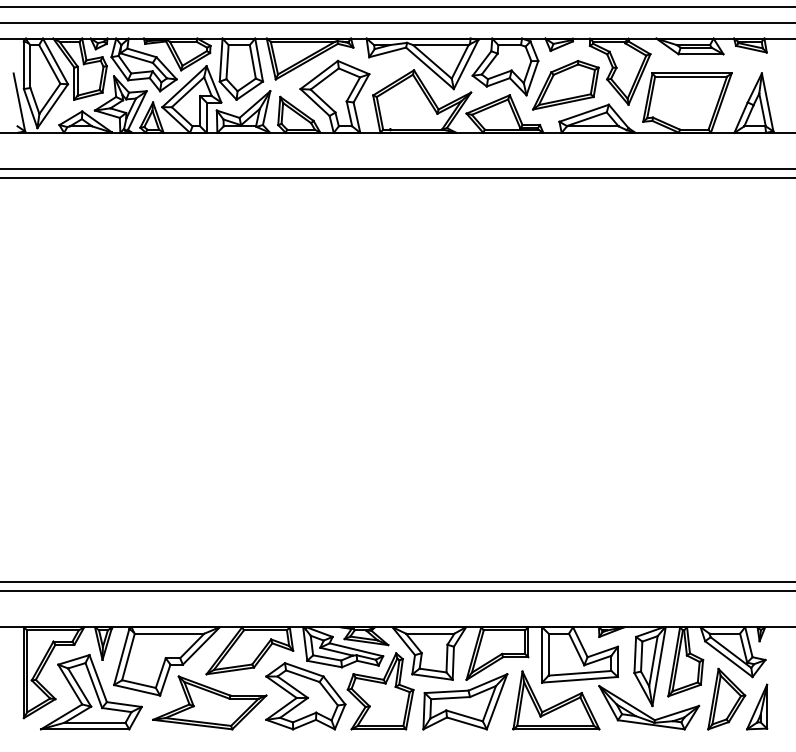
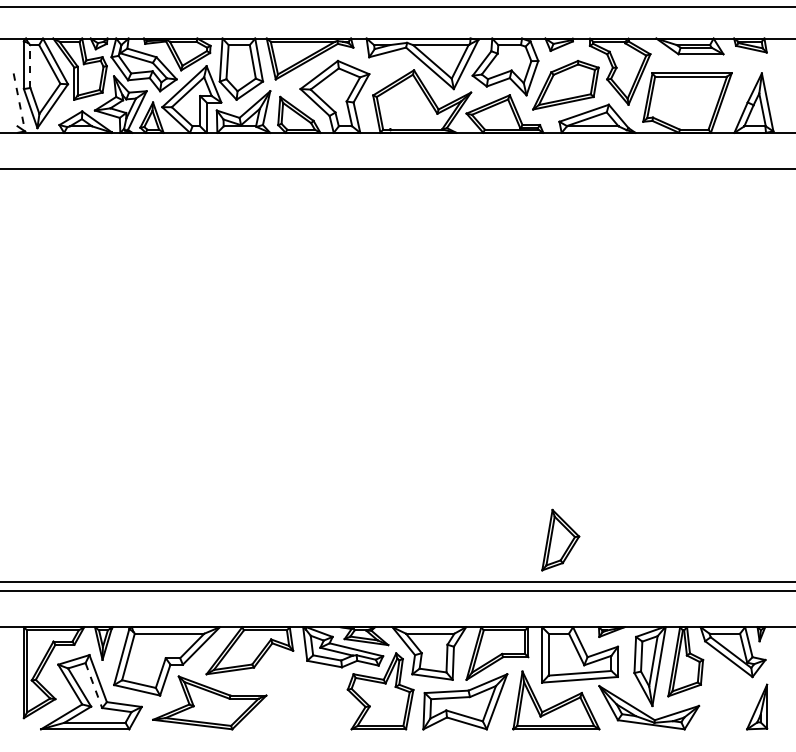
line at (397, 22): present -> none
line at (30, 66): solid -> dashed
line at (19, 102): solid -> dashed
line at (397, 177): present -> none
line at (93, 685): solid -> dashed
part at (305, 696): present -> none
part at (726, 698) position: (726, 698) -> (560, 539)
